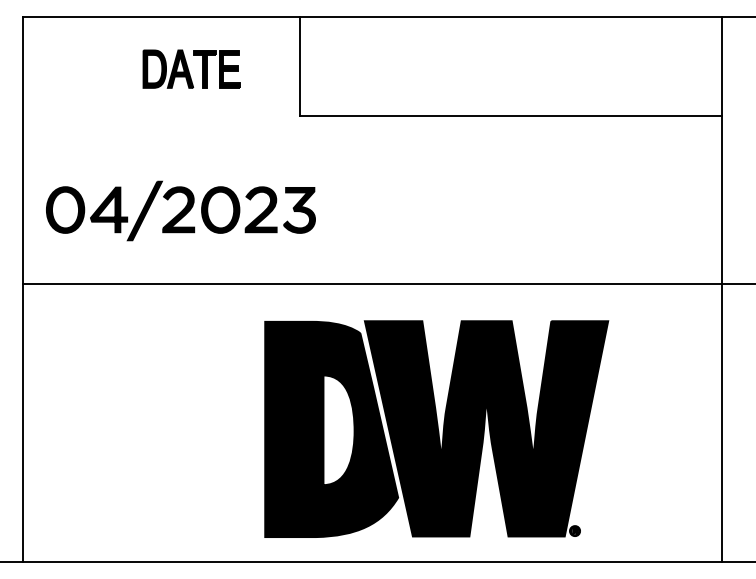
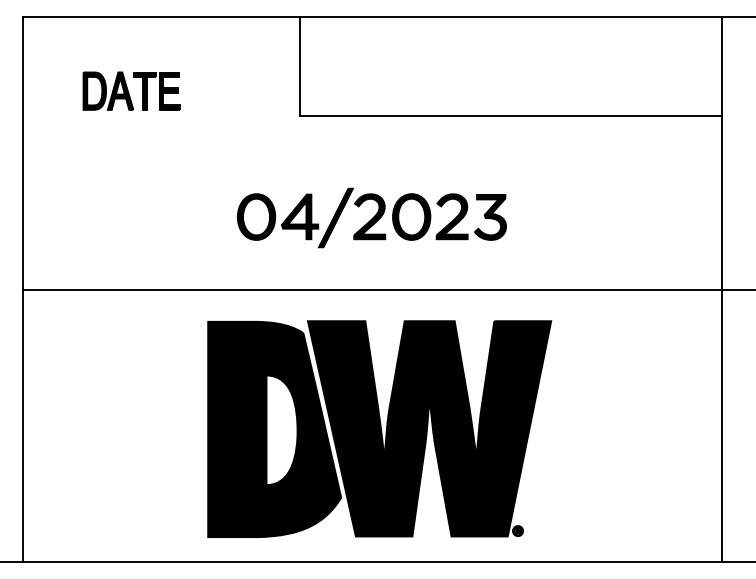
part at (191, 68) position: (191, 68) -> (131, 90)
part at (180, 210) position: (180, 210) -> (371, 217)
line at (387, 283) position: (387, 283) -> (387, 289)
part at (436, 428) position: (436, 428) -> (379, 428)
